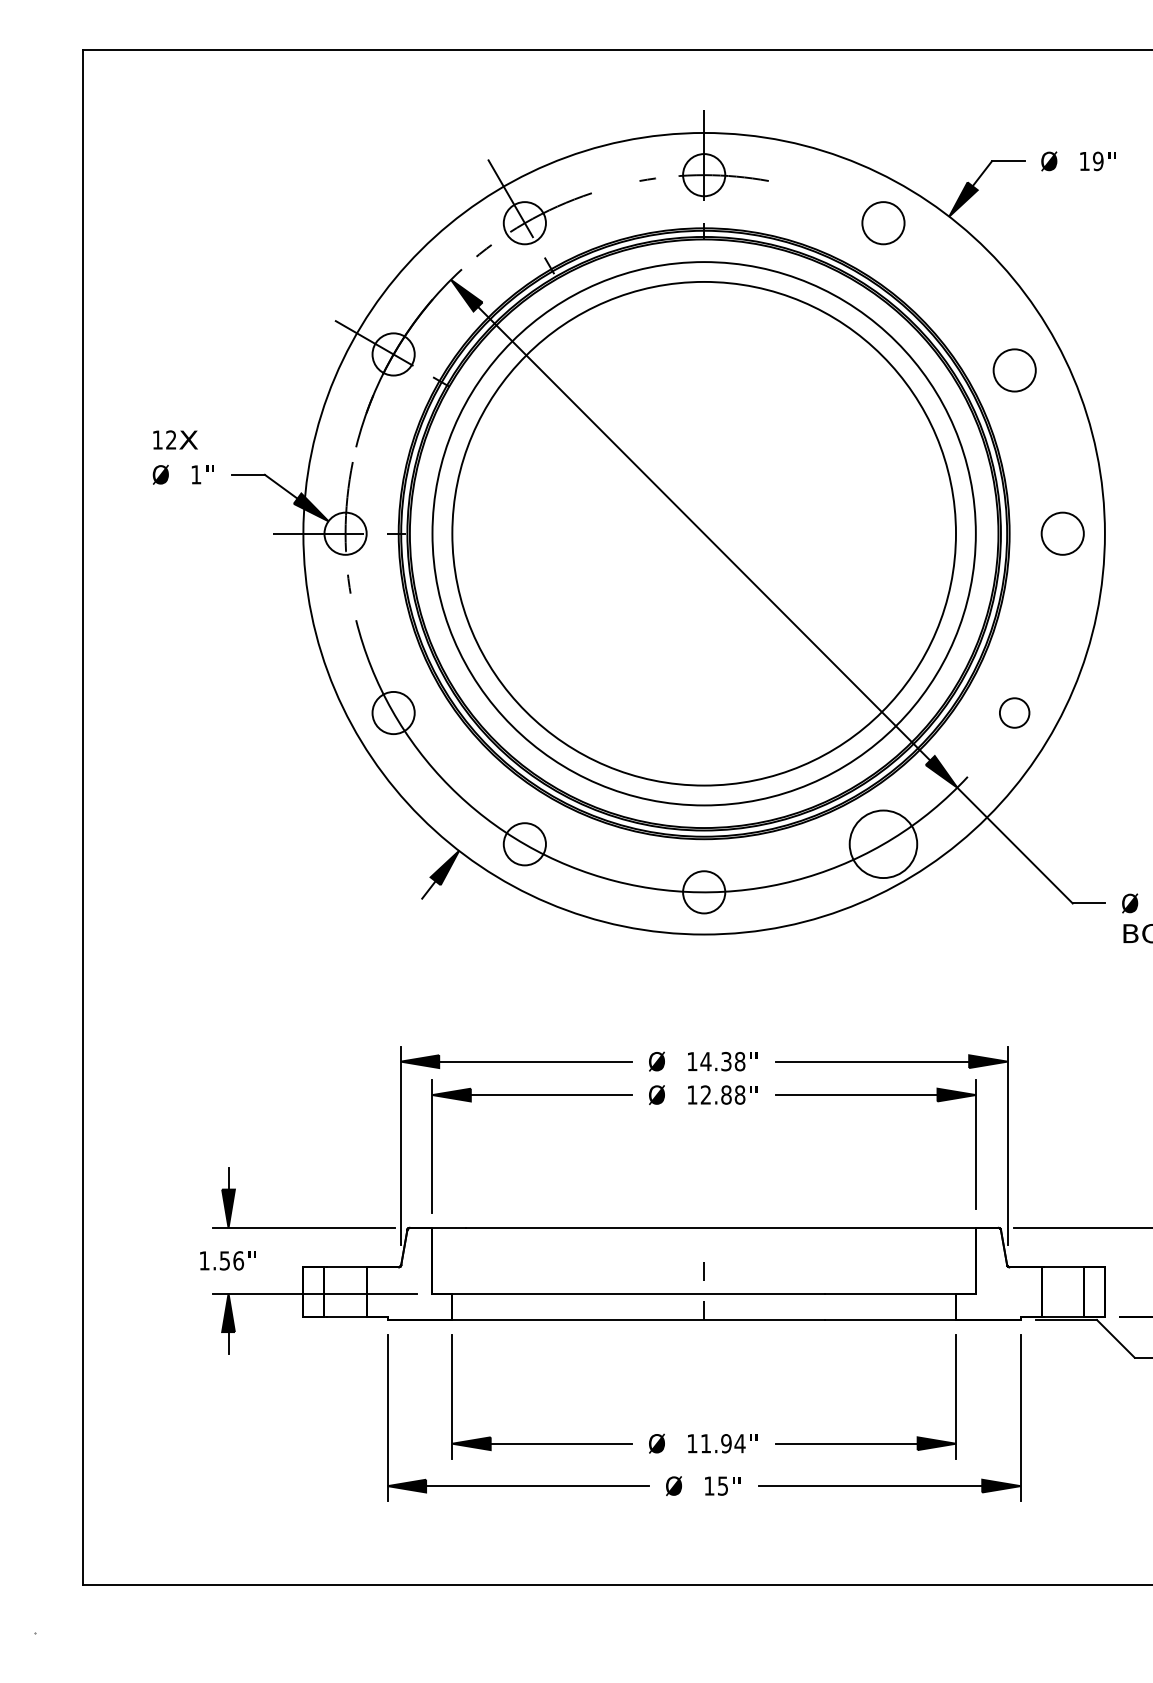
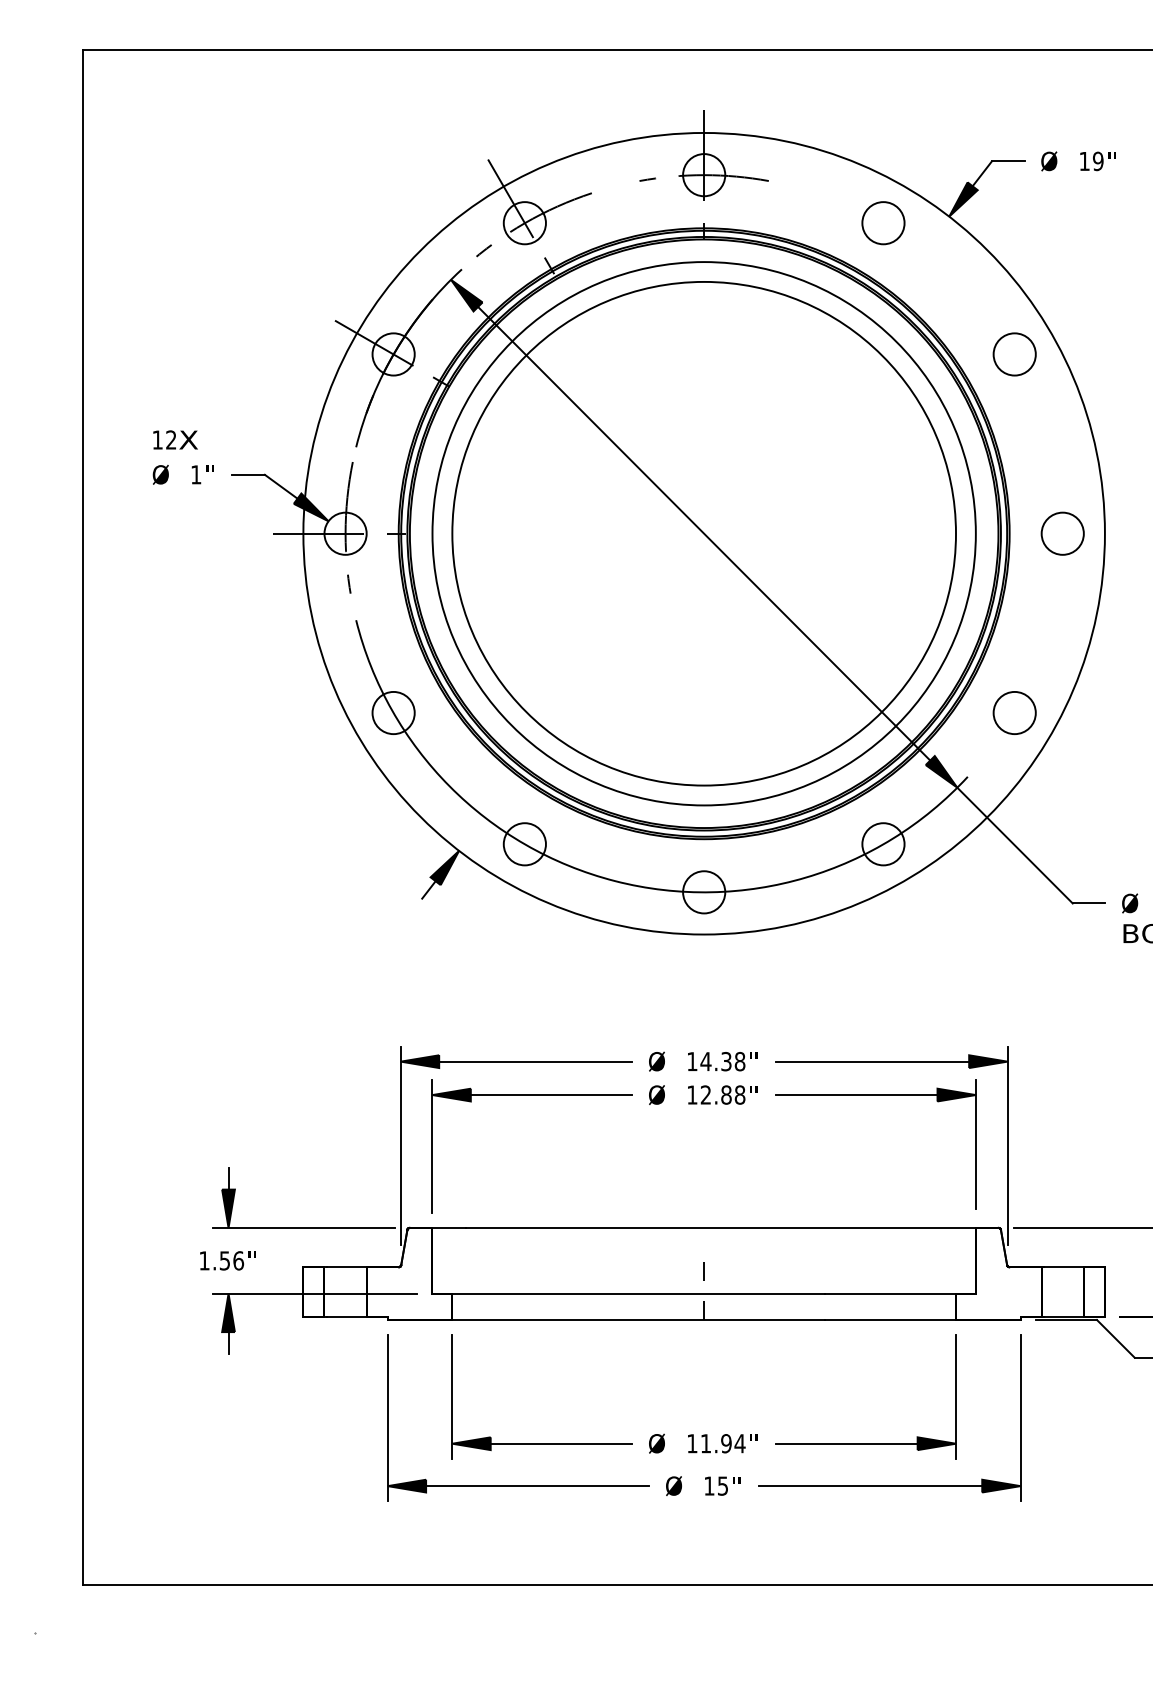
circle at (1014, 370) position: (1014, 370) -> (1014, 354)
circle at (1014, 712) size: 32x32 px -> 45x44 px
circle at (883, 844) diameter: 67 px -> 42 px
